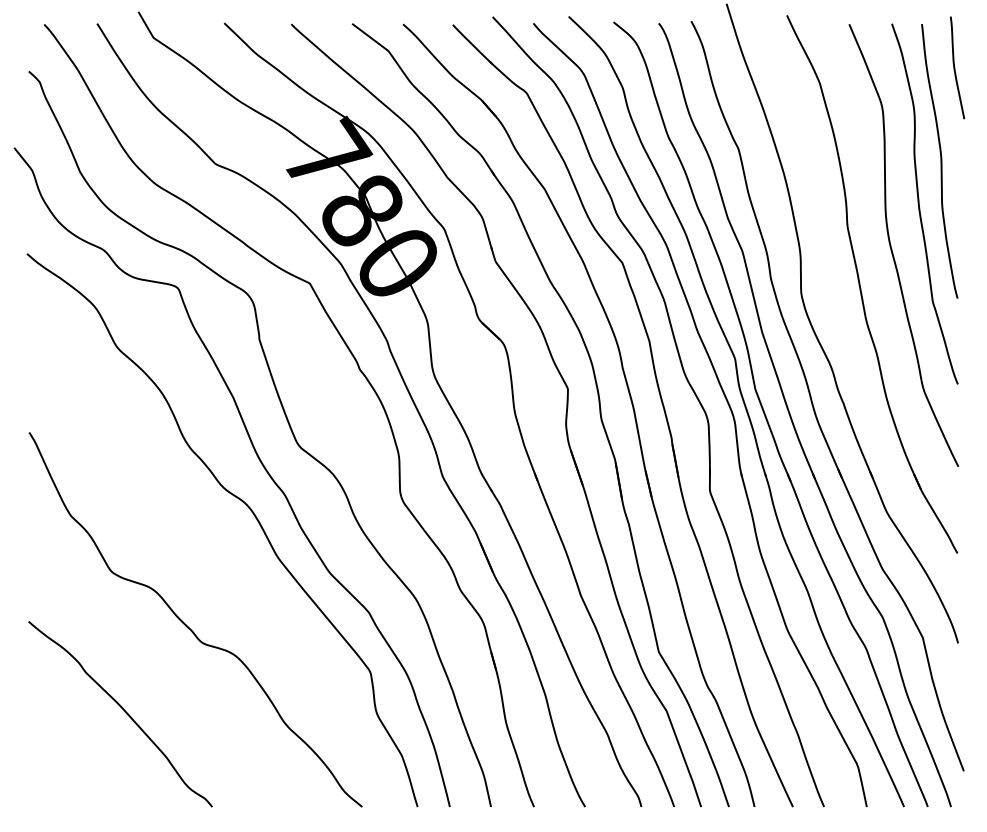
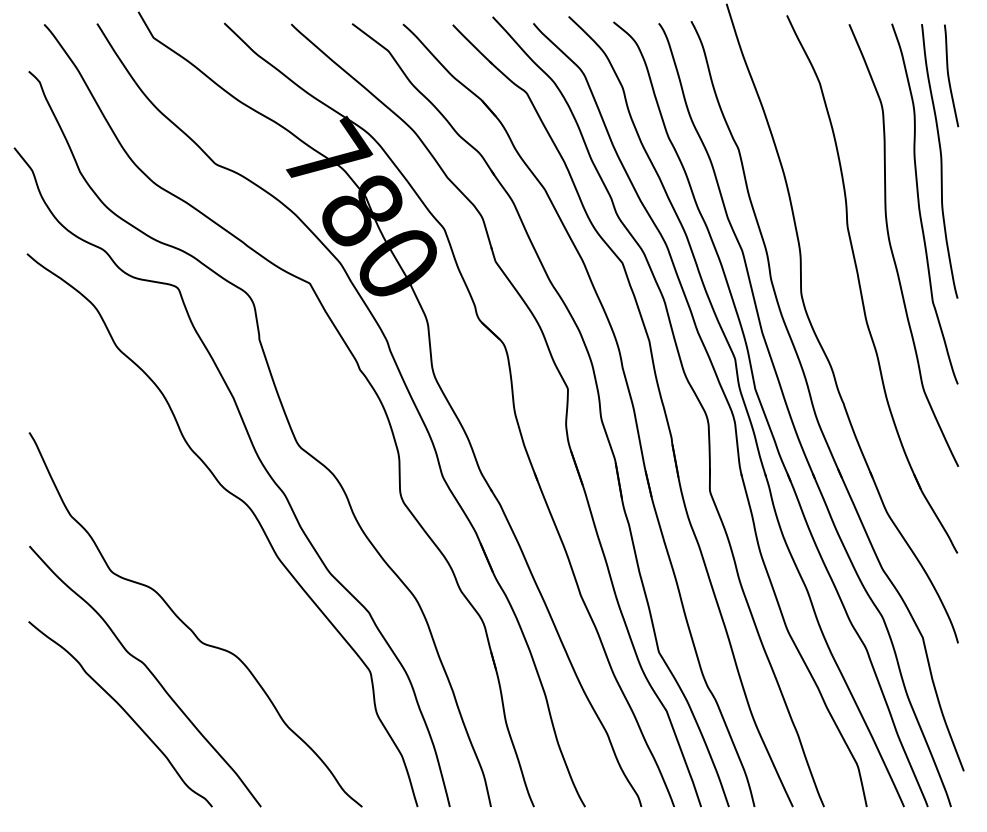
curve at (955, 67) position: (955, 67) -> (949, 75)
curve at (149, 672): none -> present
